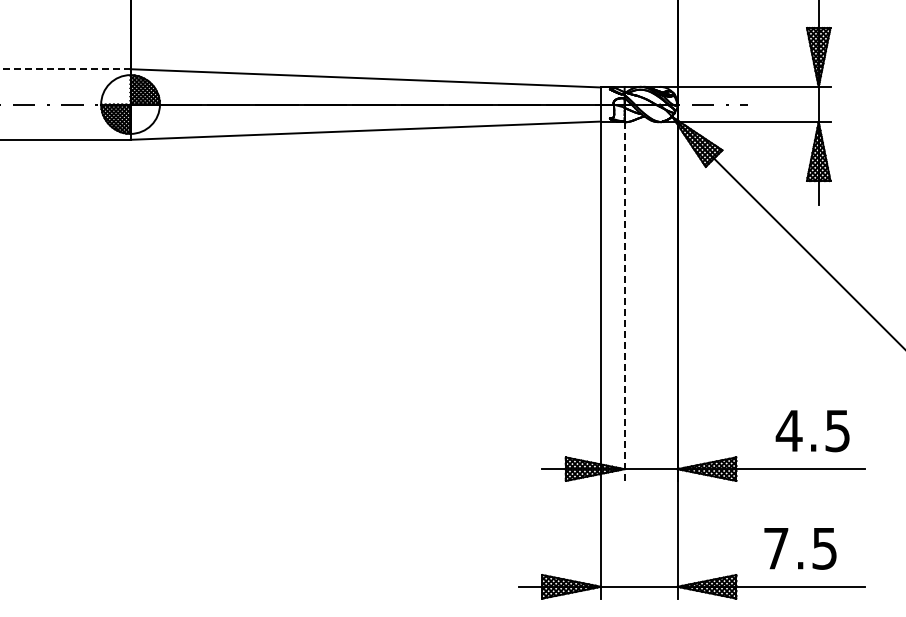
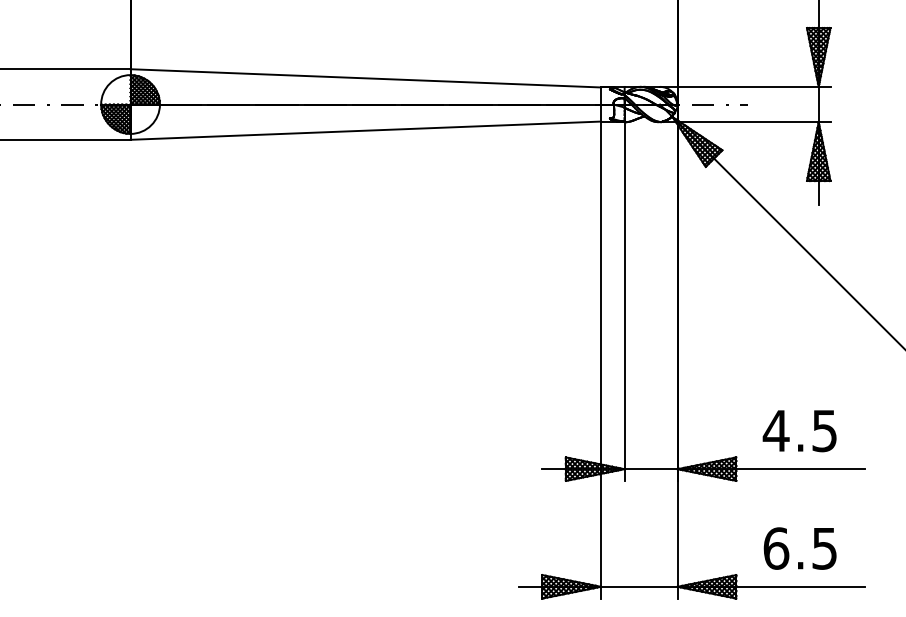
line at (65, 69): dashed -> solid
line at (624, 302): dashed -> solid
text at (812, 431) position: (812, 431) -> (799, 431)
text at (776, 548): 7.5 -> 6.5
